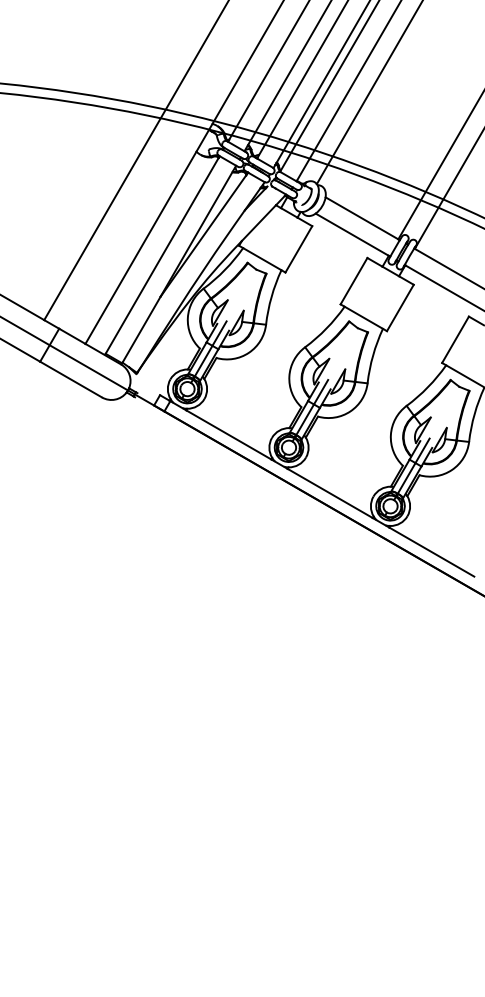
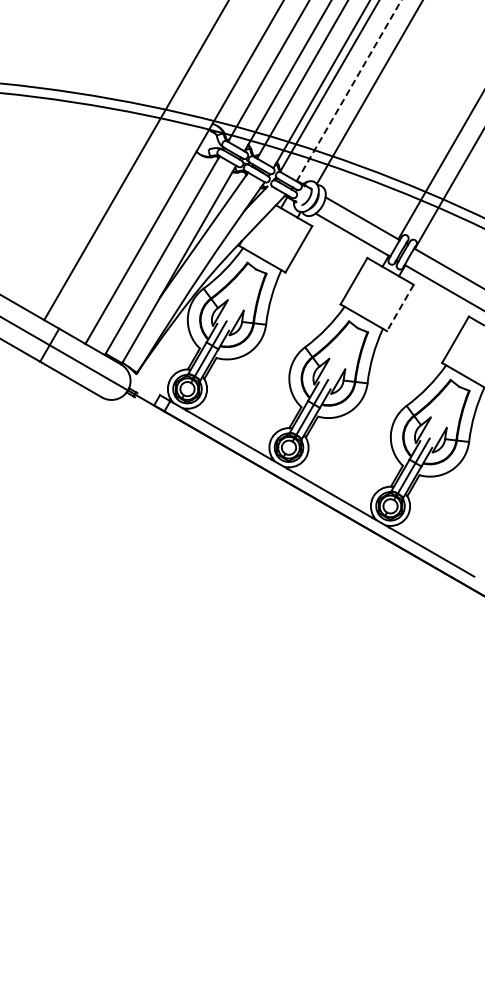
line at (349, 90): solid -> dashed
line at (400, 307): solid -> dashed
